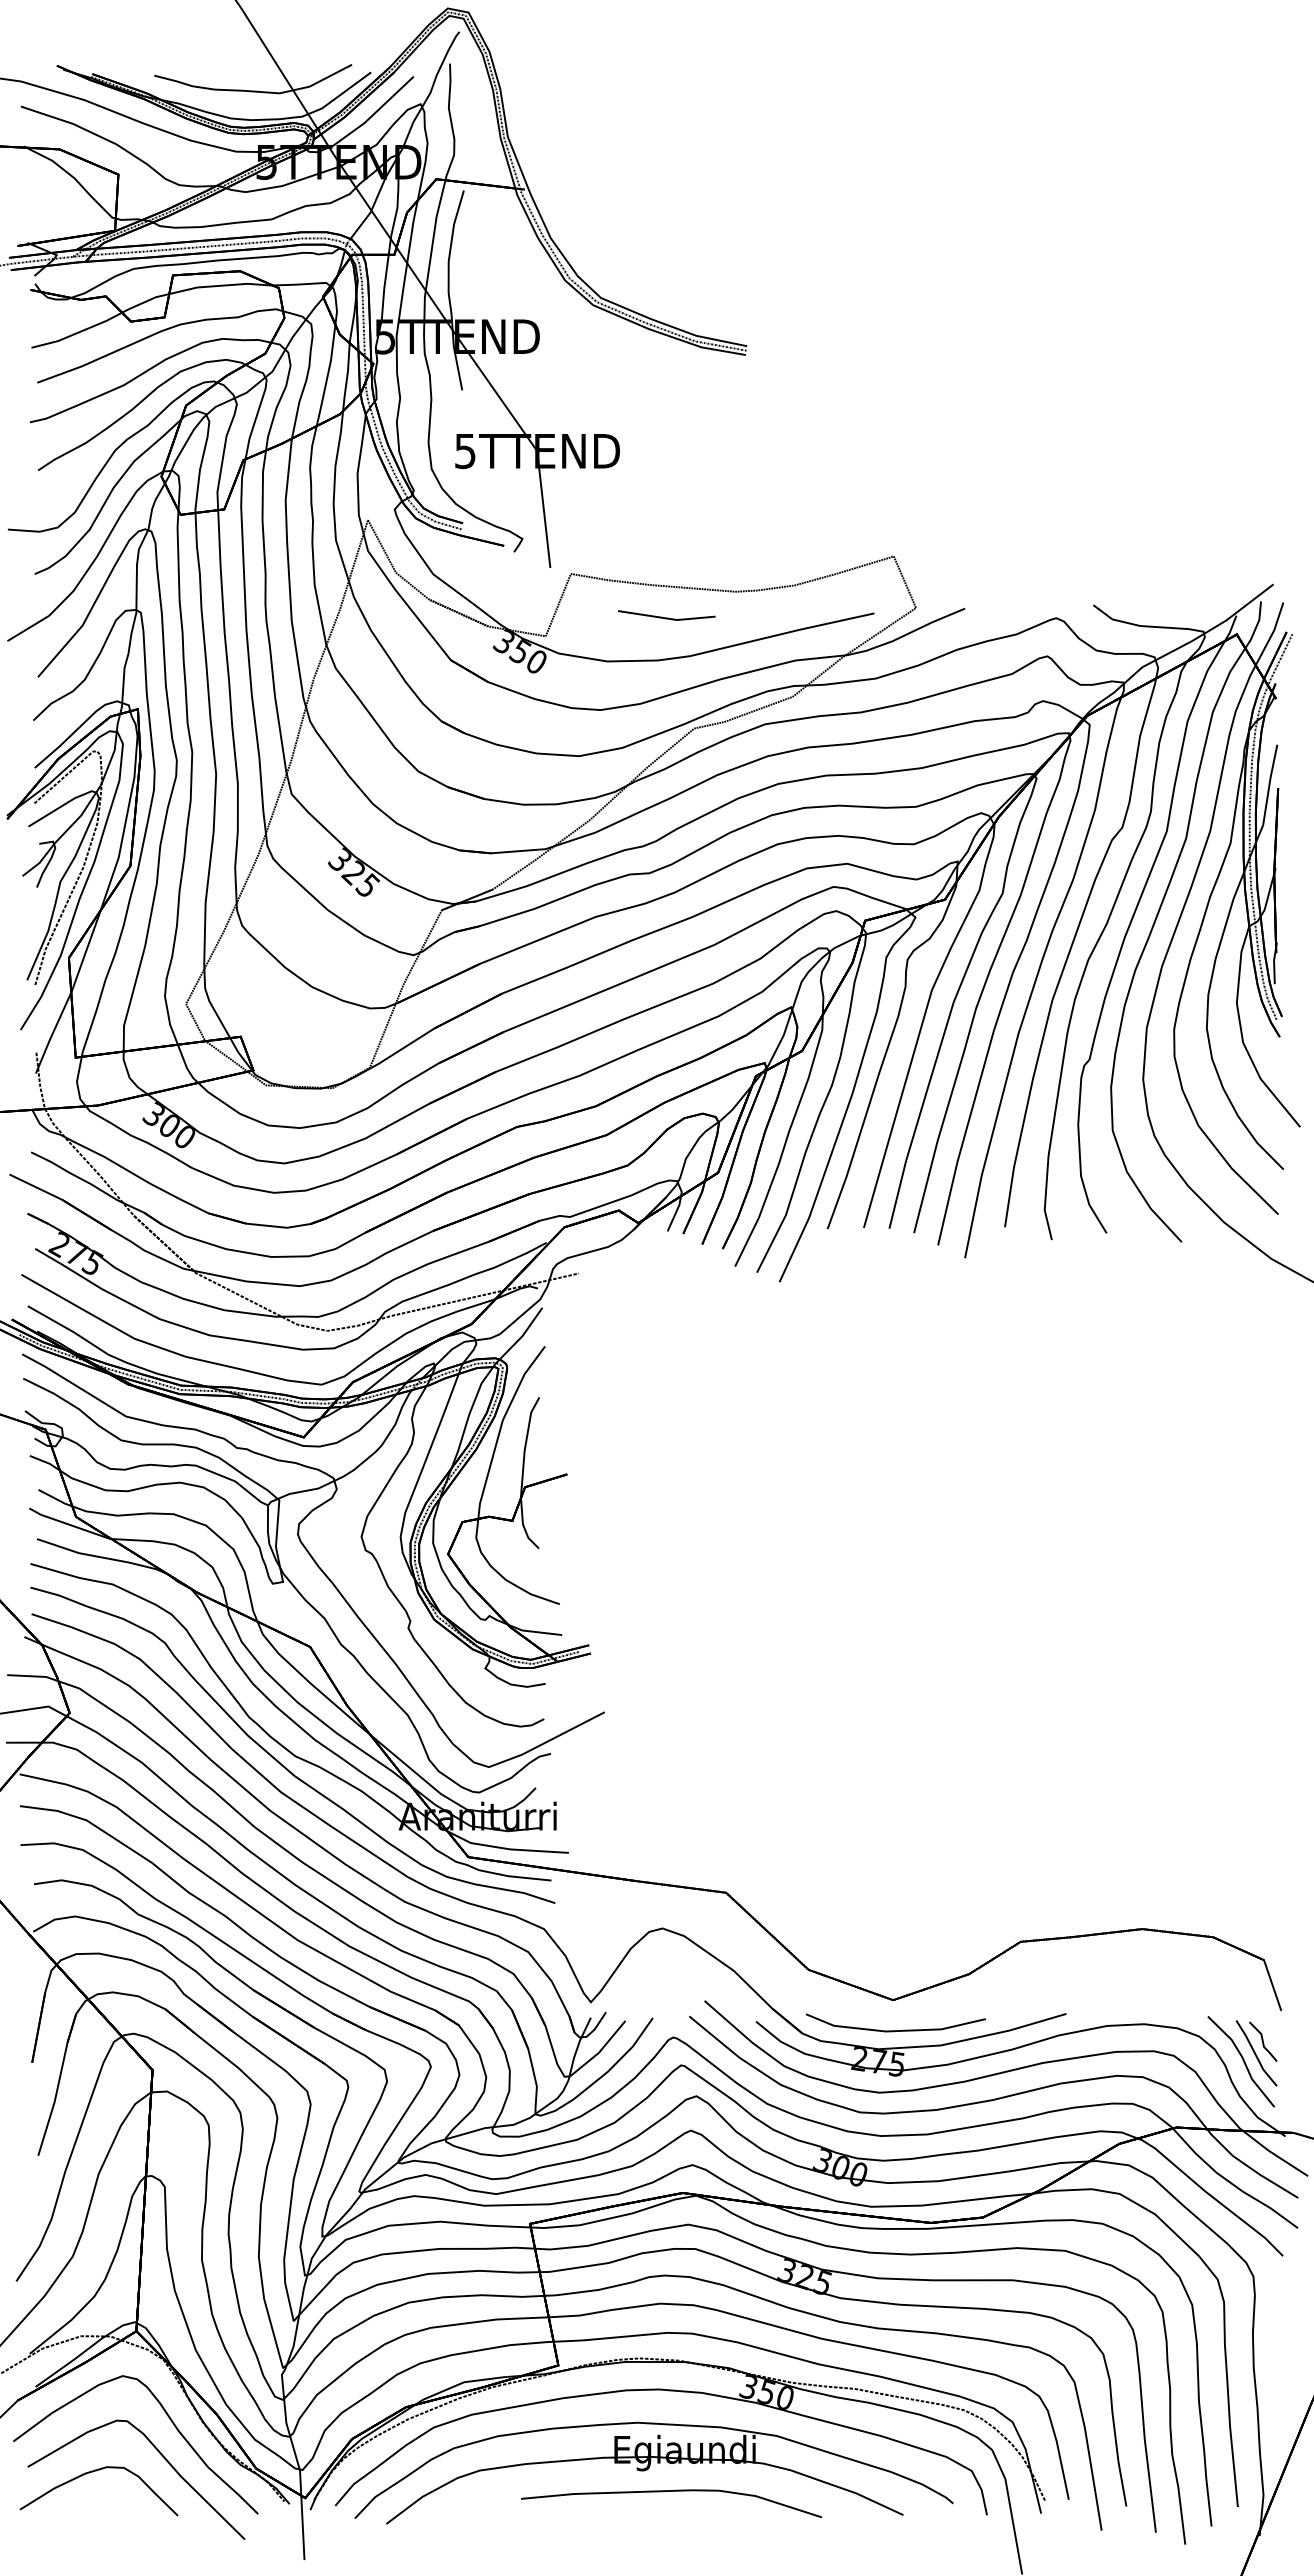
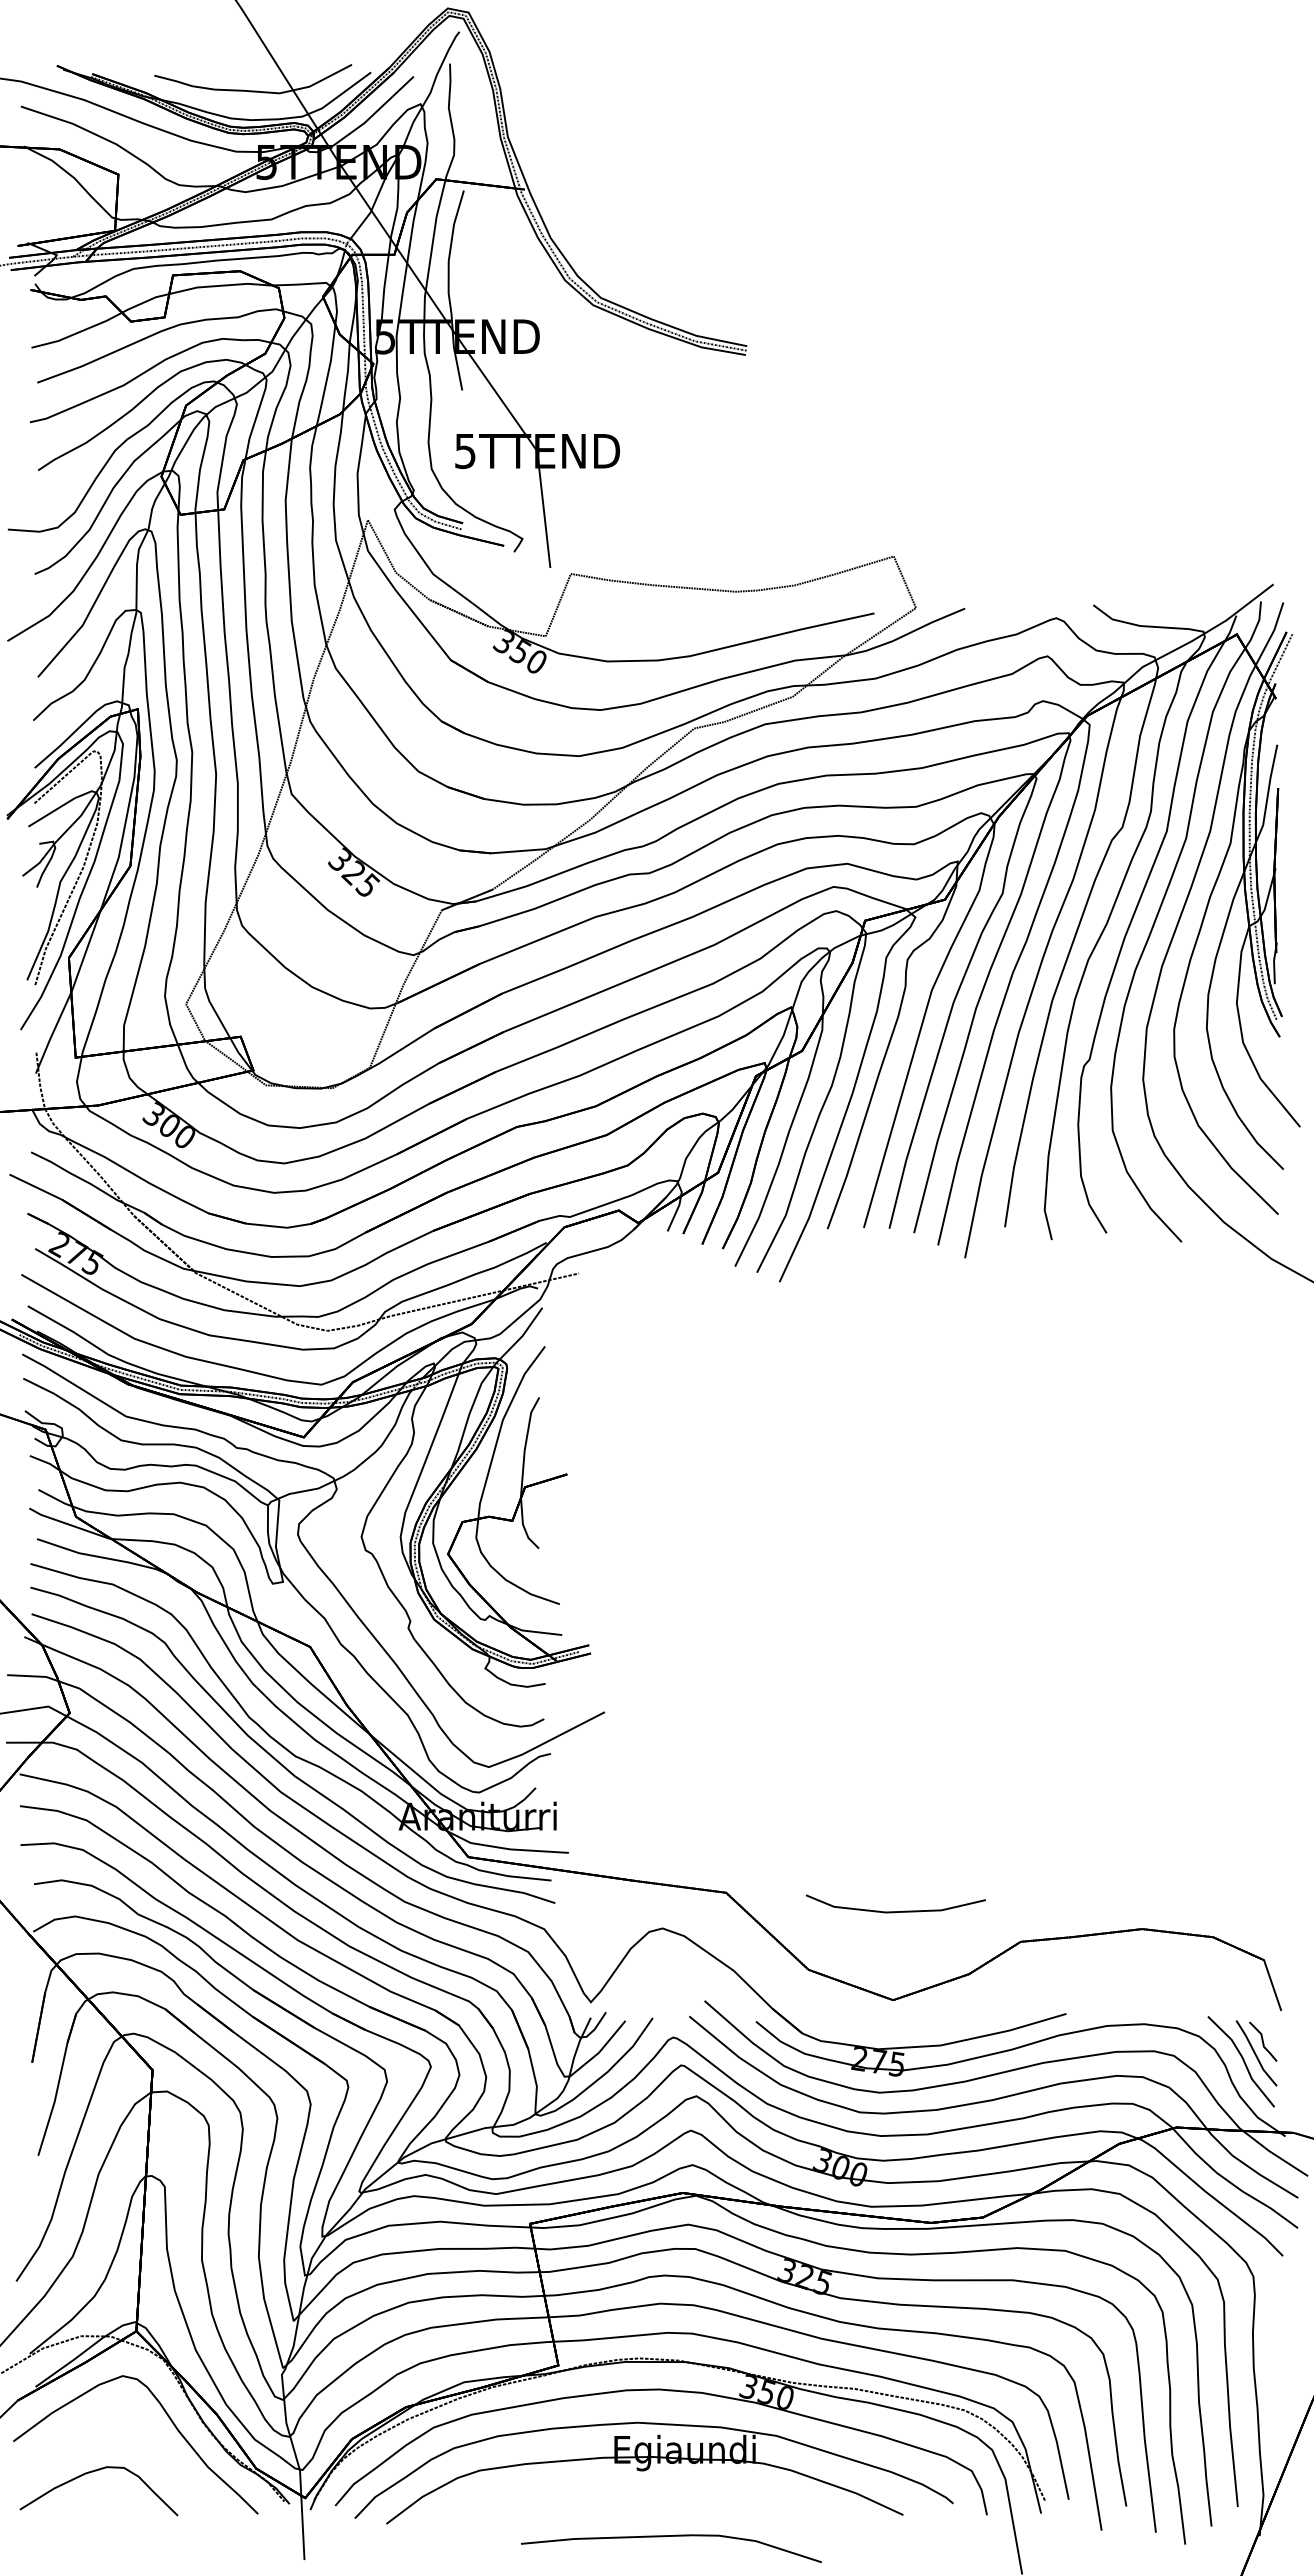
line at (666, 617): present -> none
line at (895, 2030) position: (895, 2030) -> (895, 1911)
curve at (163, 2458): present -> none
curve at (671, 2491) position: (671, 2491) -> (671, 2536)
